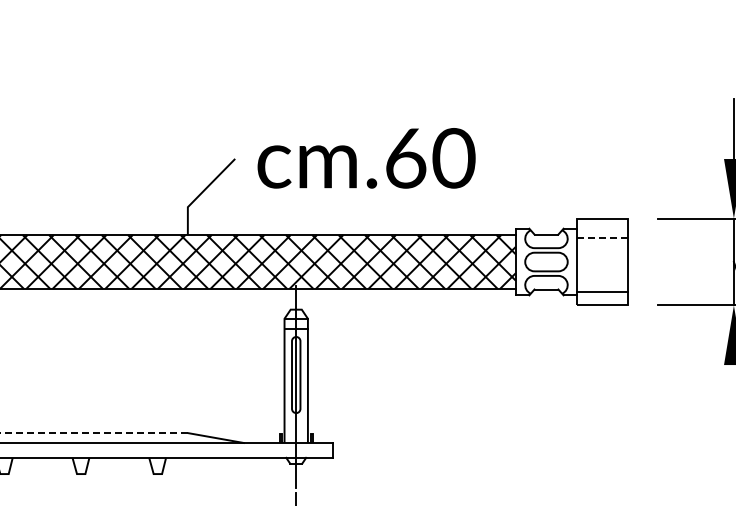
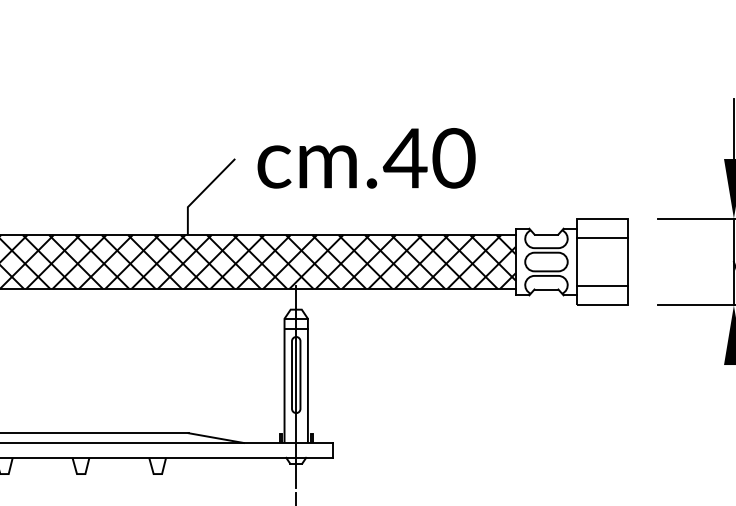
text at (404, 158): cm.60 -> cm.40
line at (602, 237): dashed -> solid
line at (602, 292) position: (602, 292) -> (602, 286)
line at (94, 433): dashed -> solid
